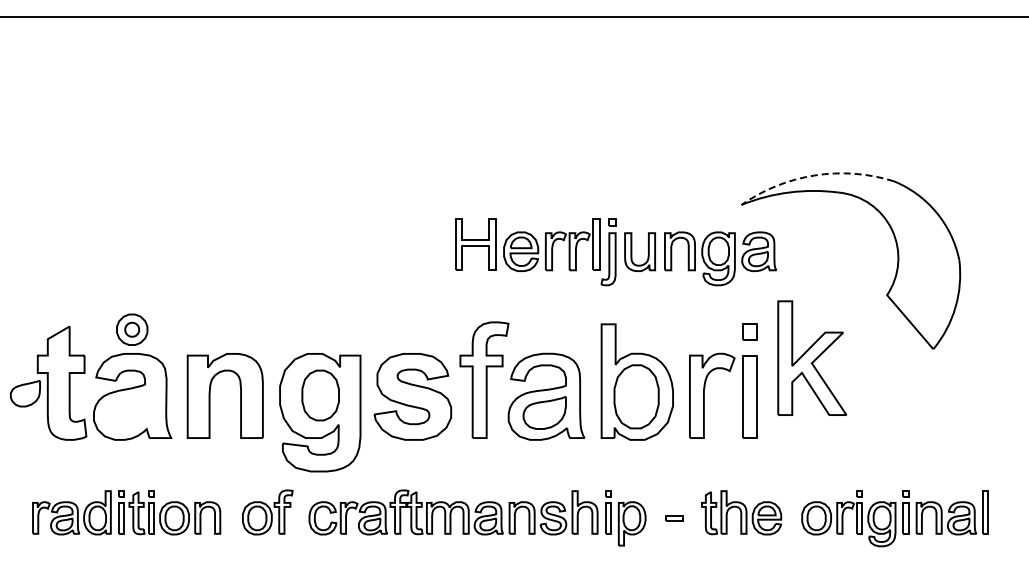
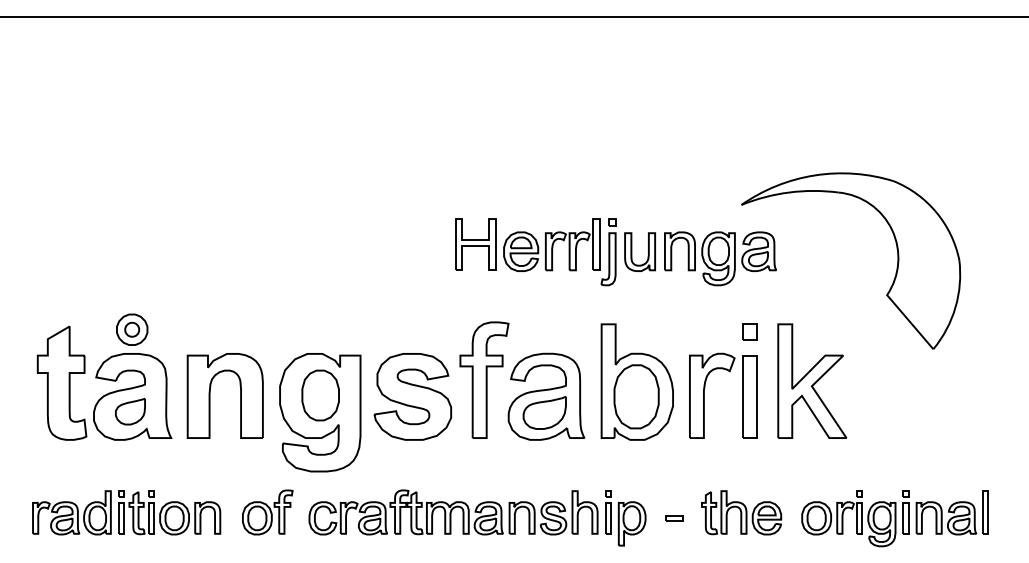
line at (814, 175): dashed -> solid
part at (812, 357) position: (812, 357) -> (812, 380)
part at (25, 393) position: (25, 393) -> (130, 411)
